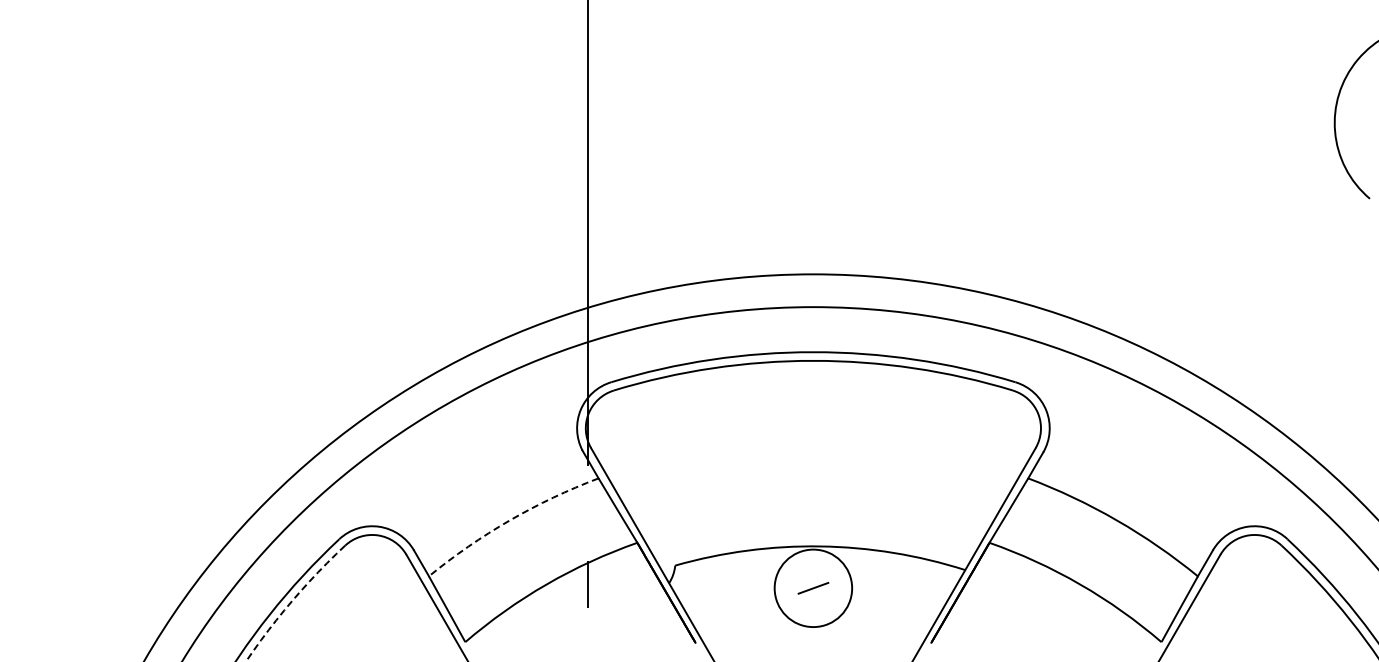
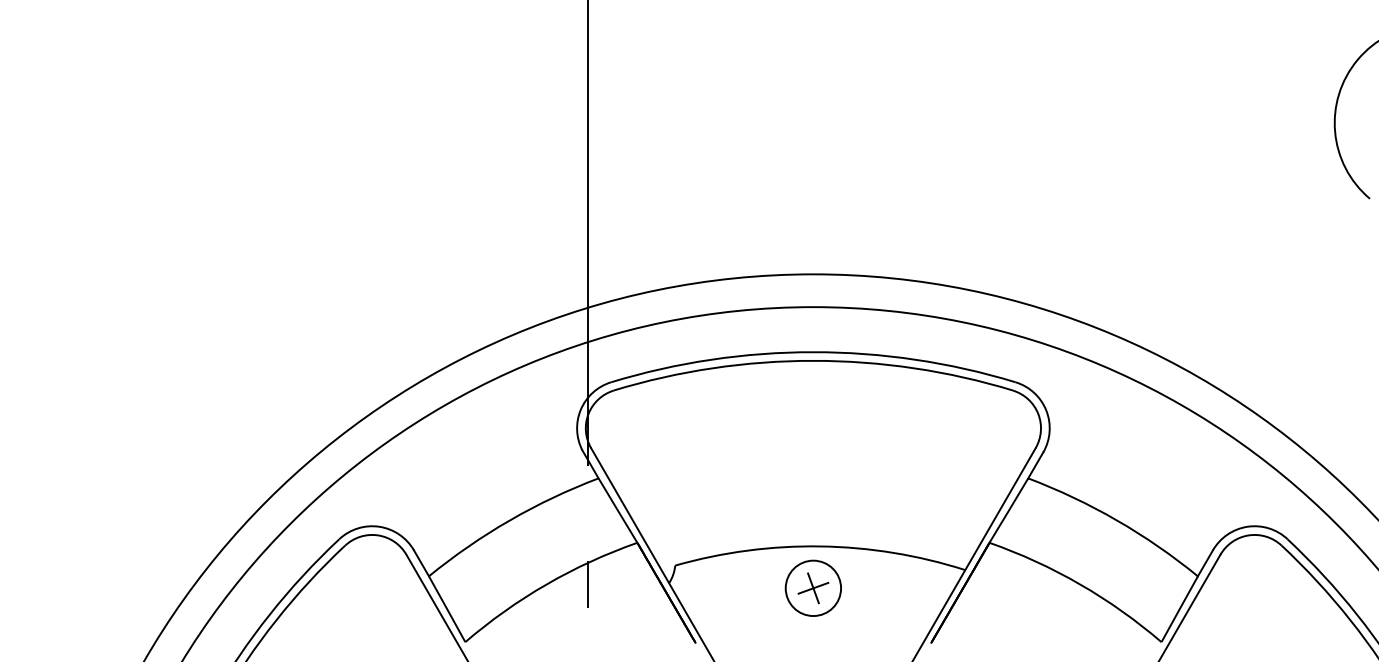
arc at (509, 520): dashed -> solid
circle at (813, 588) diameter: 77 px -> 55 px
line at (813, 588): none -> present
arc at (291, 601): dashed -> solid
